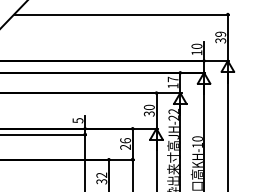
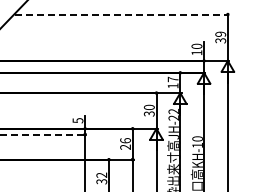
line at (122, 14): solid -> dashed
line at (43, 134): solid -> dashed
